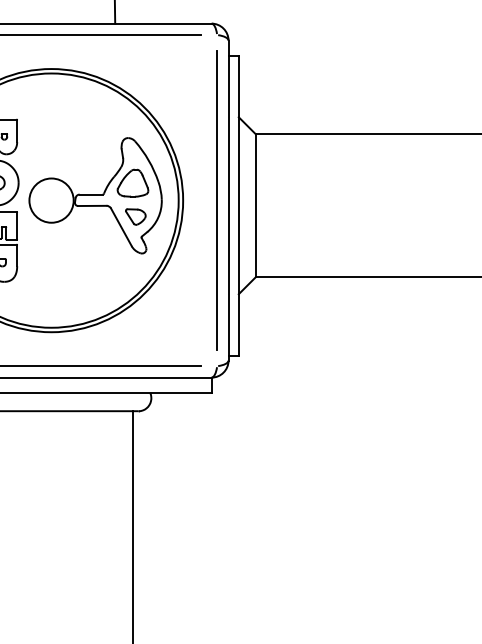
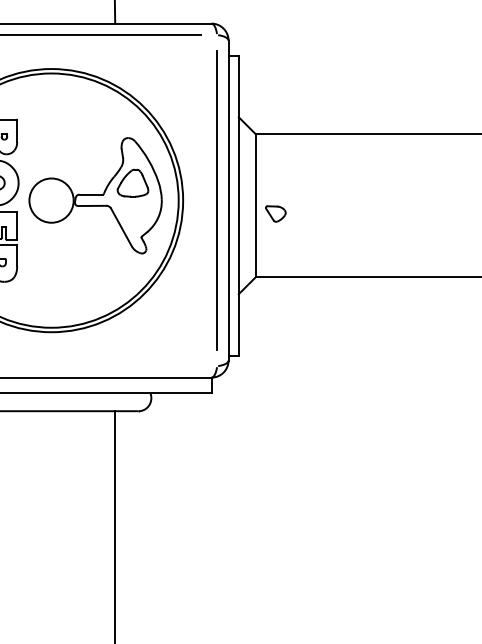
part at (135, 216) position: (135, 216) -> (275, 213)
line at (101, 366): present -> none
line at (133, 525) position: (133, 525) -> (115, 525)
